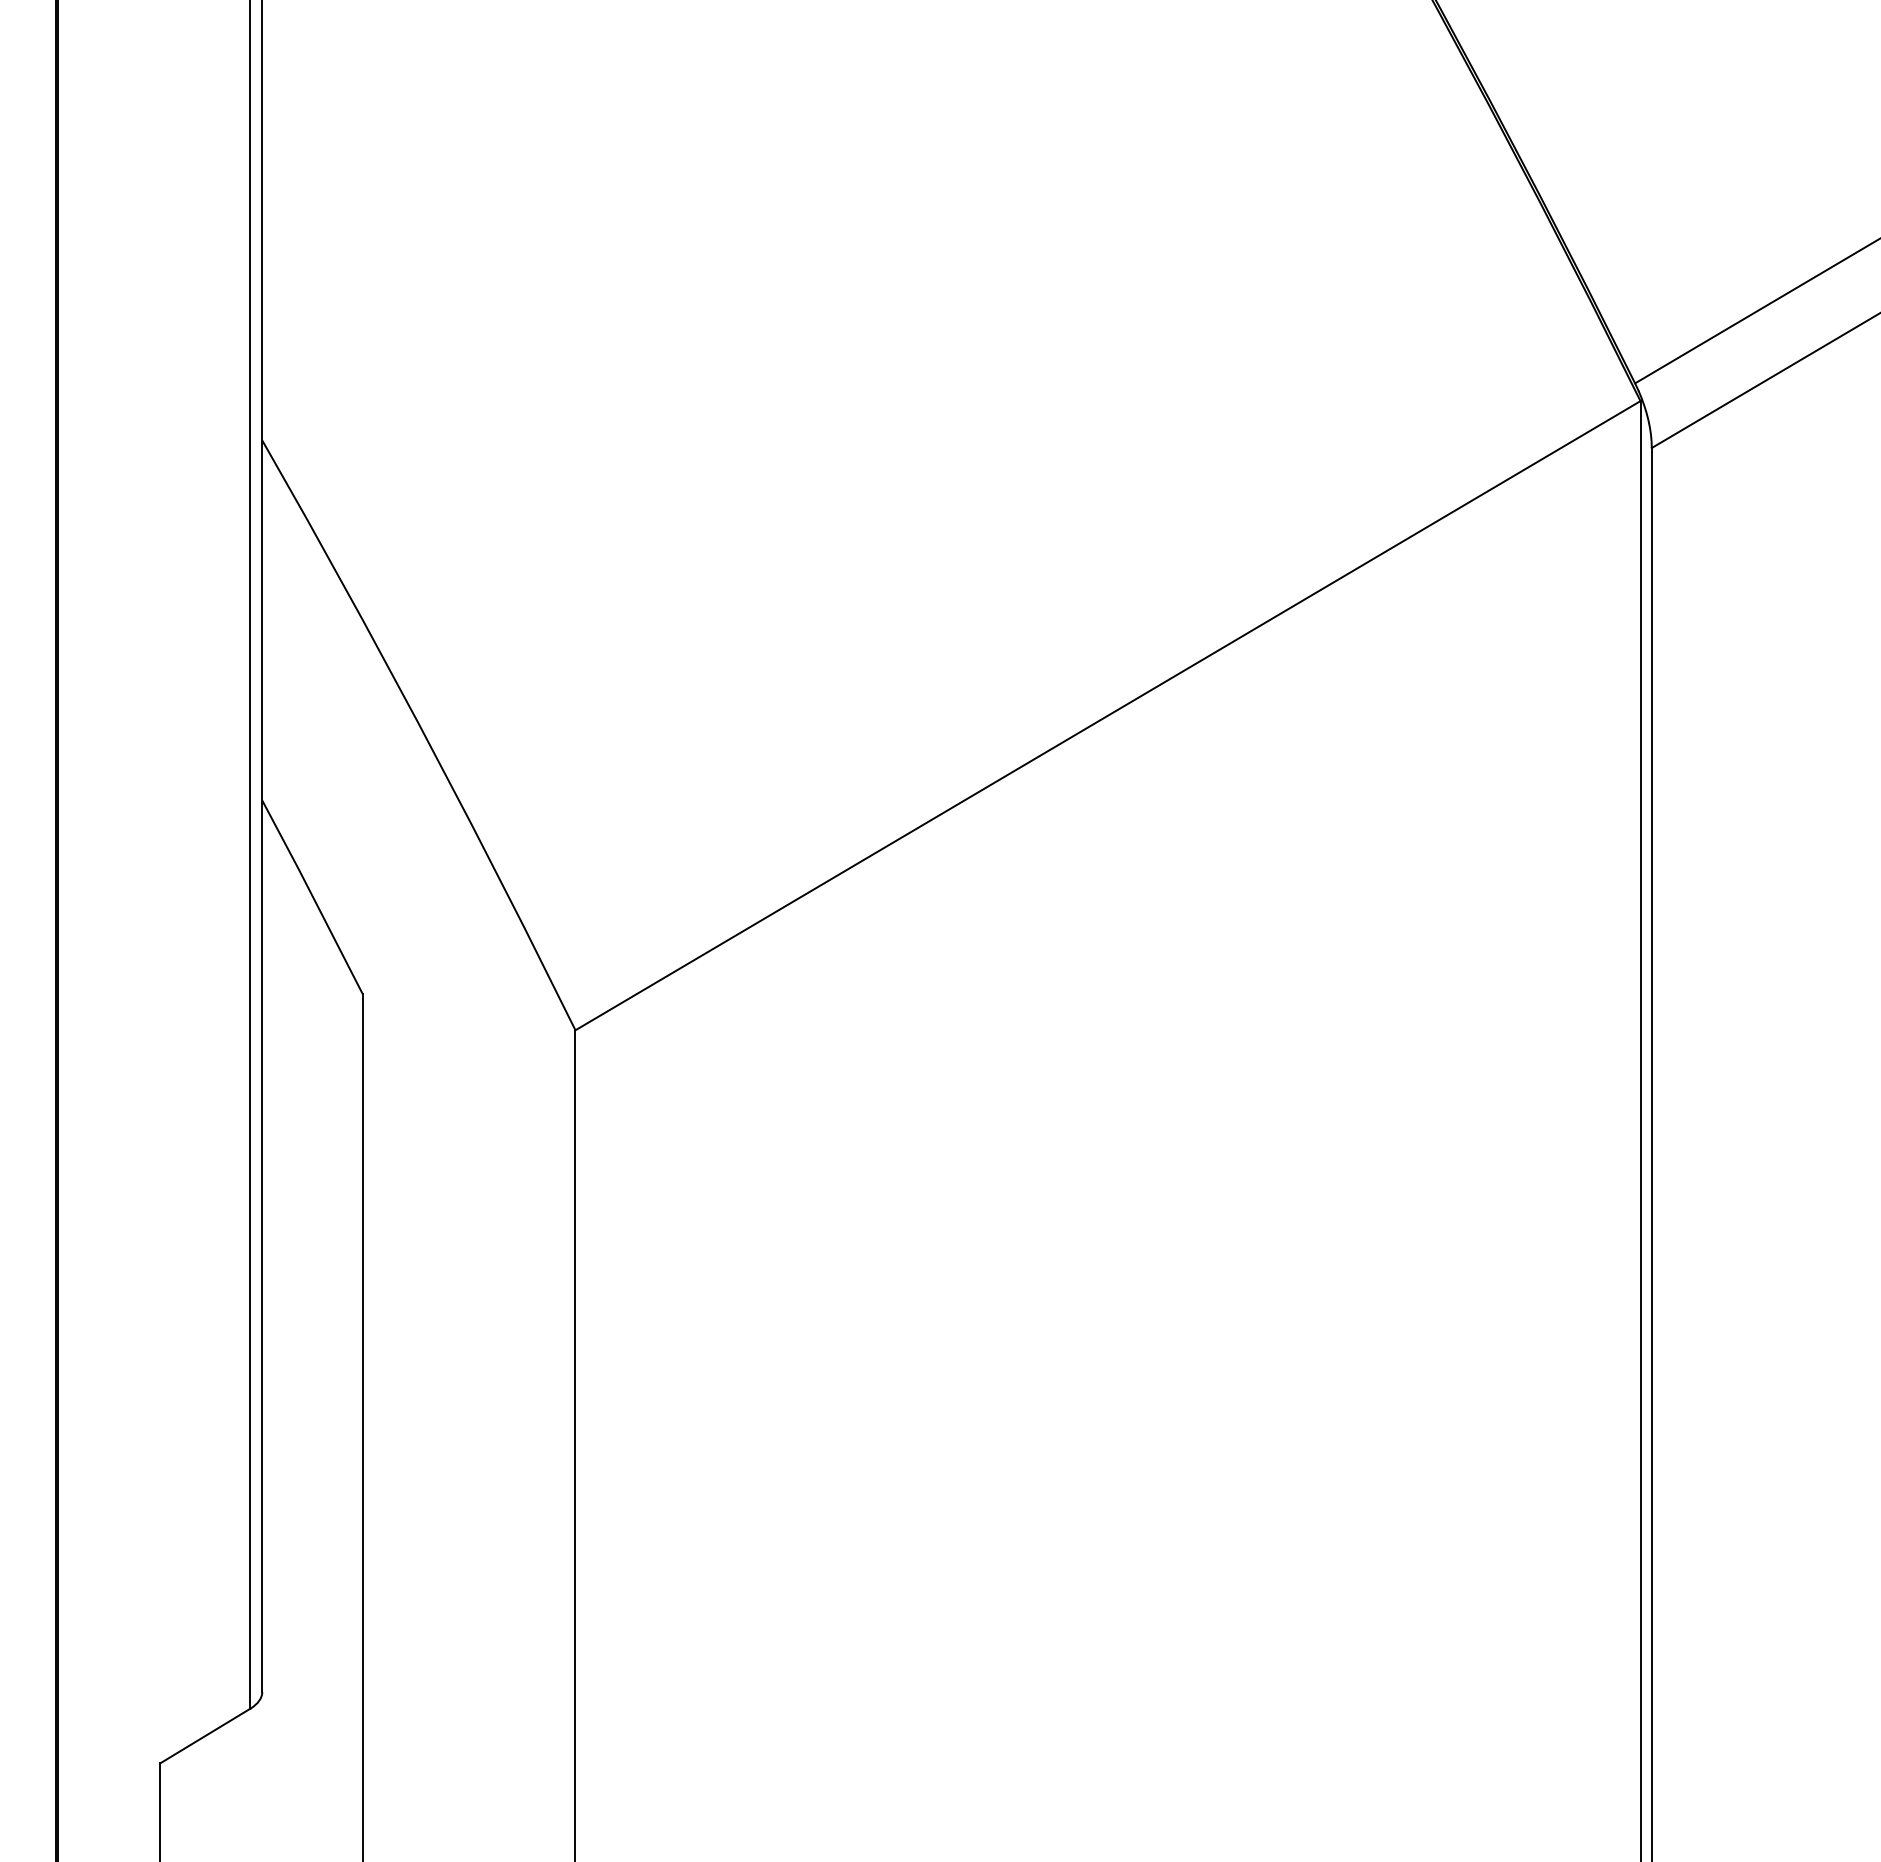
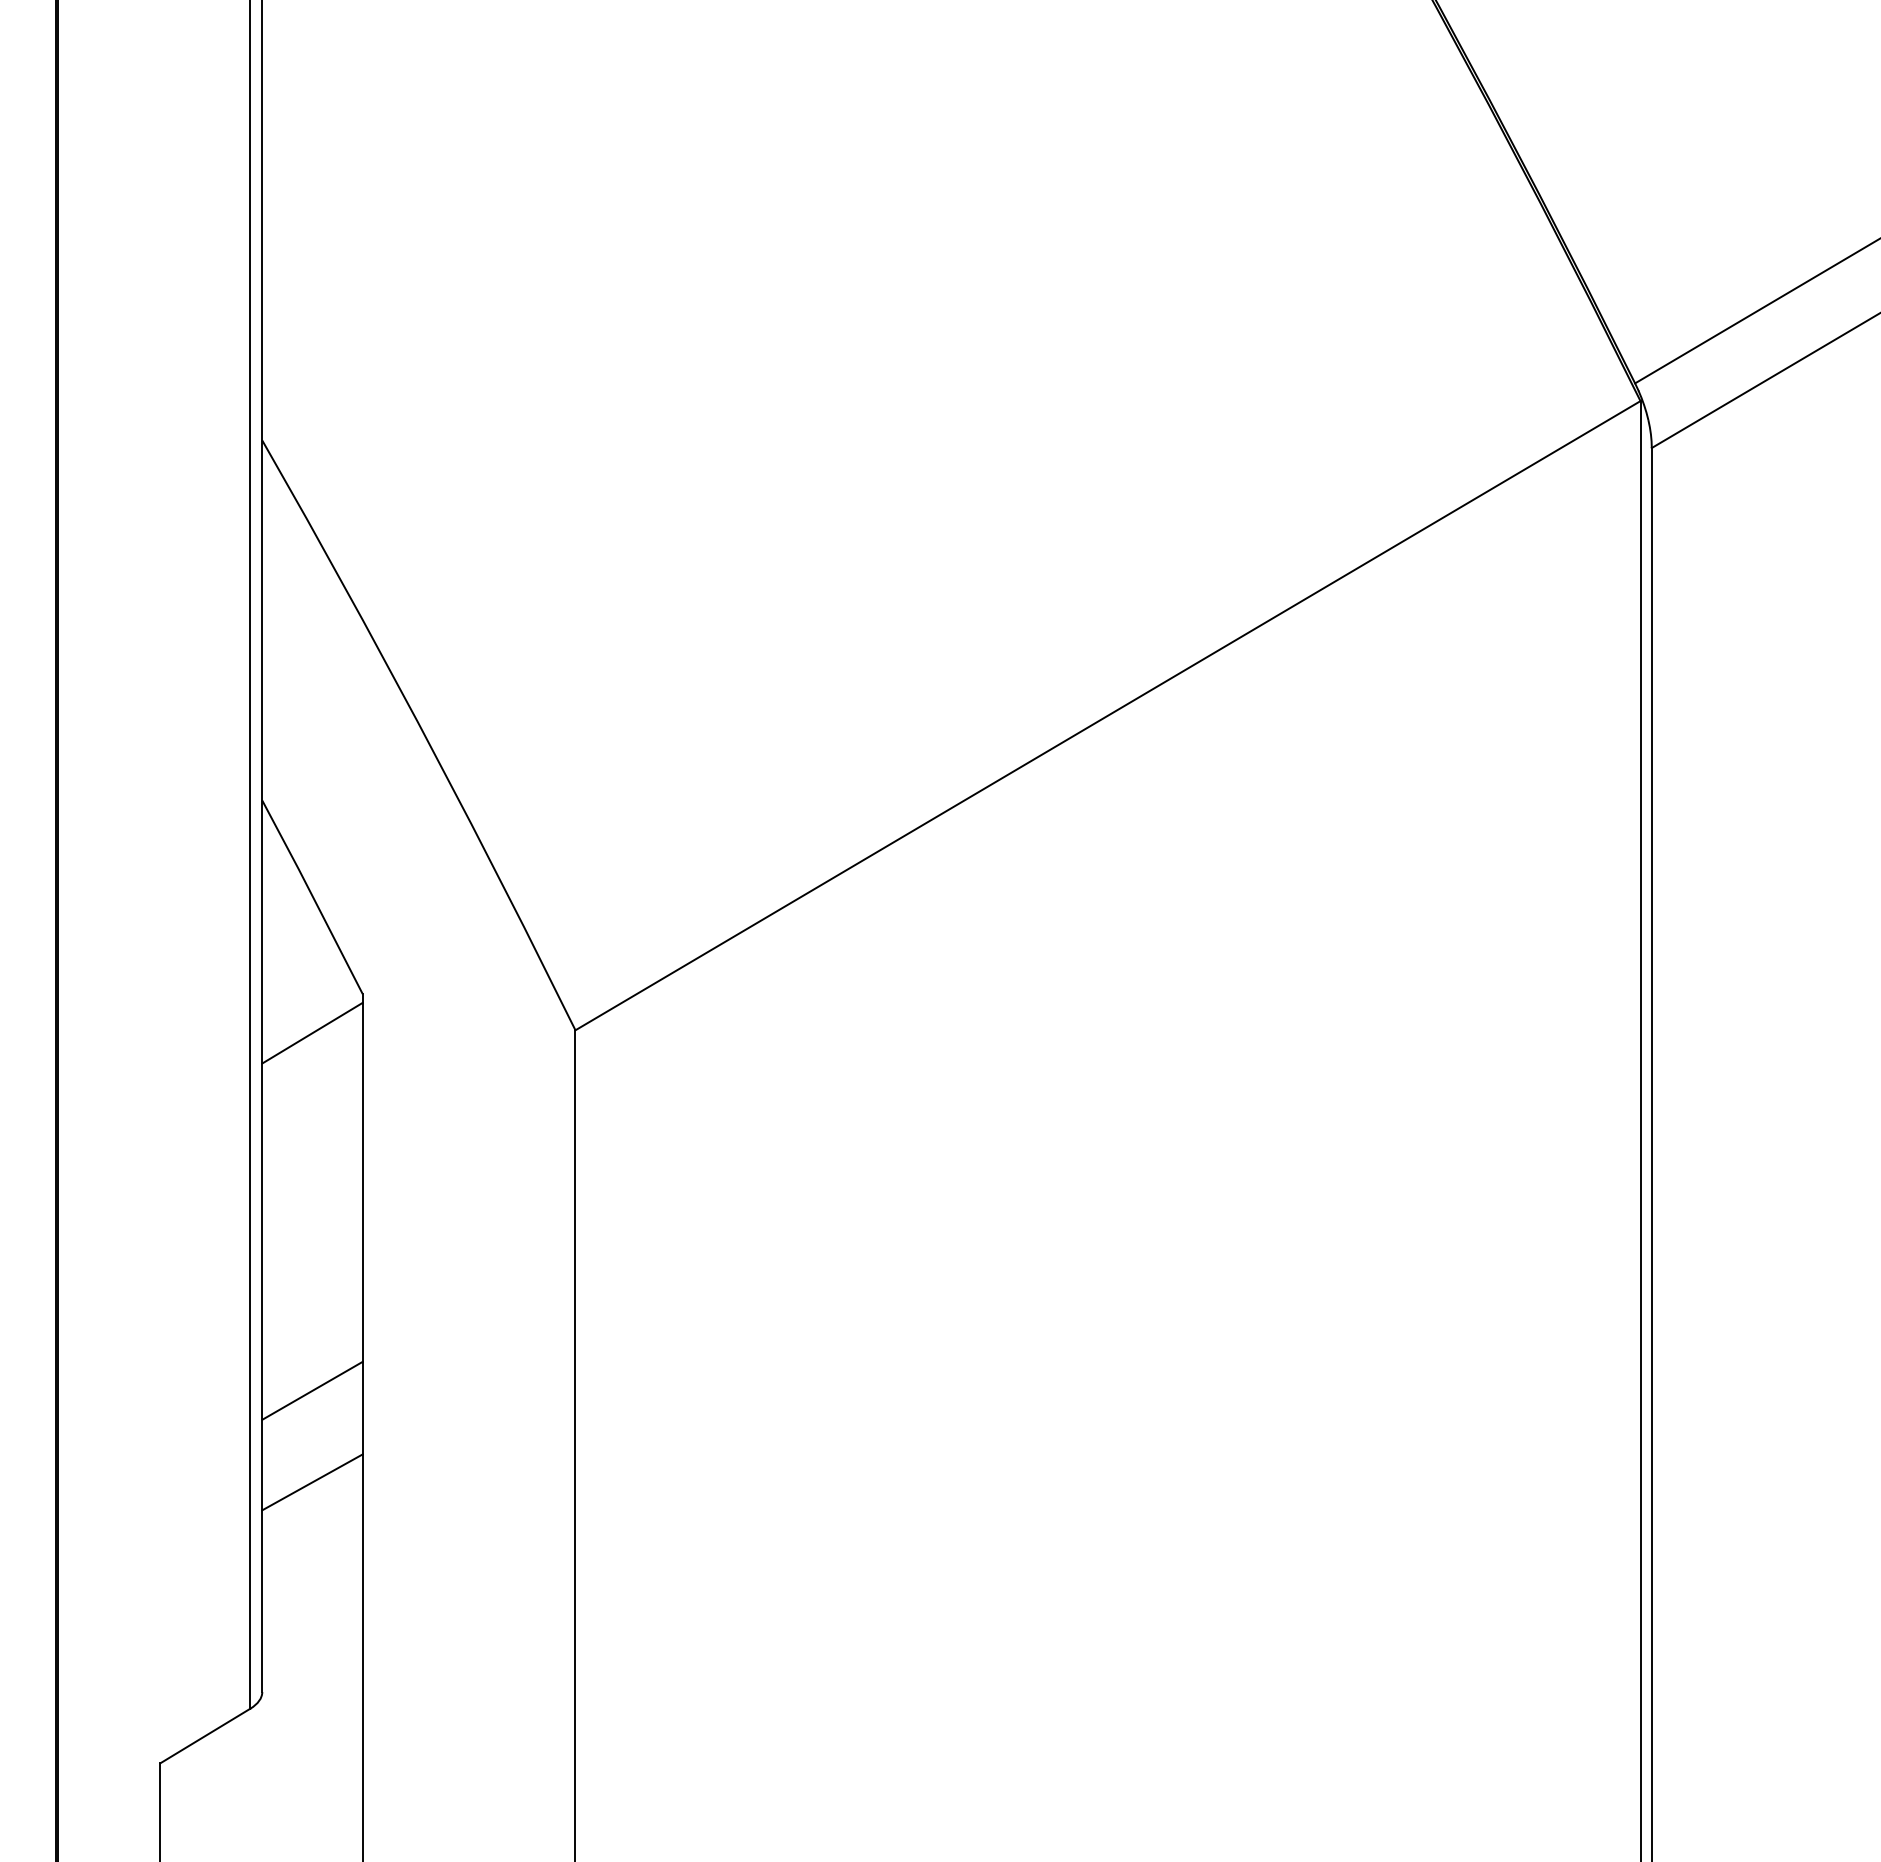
line at (312, 1032): none -> present
line at (312, 1390): none -> present
line at (312, 1482): none -> present
